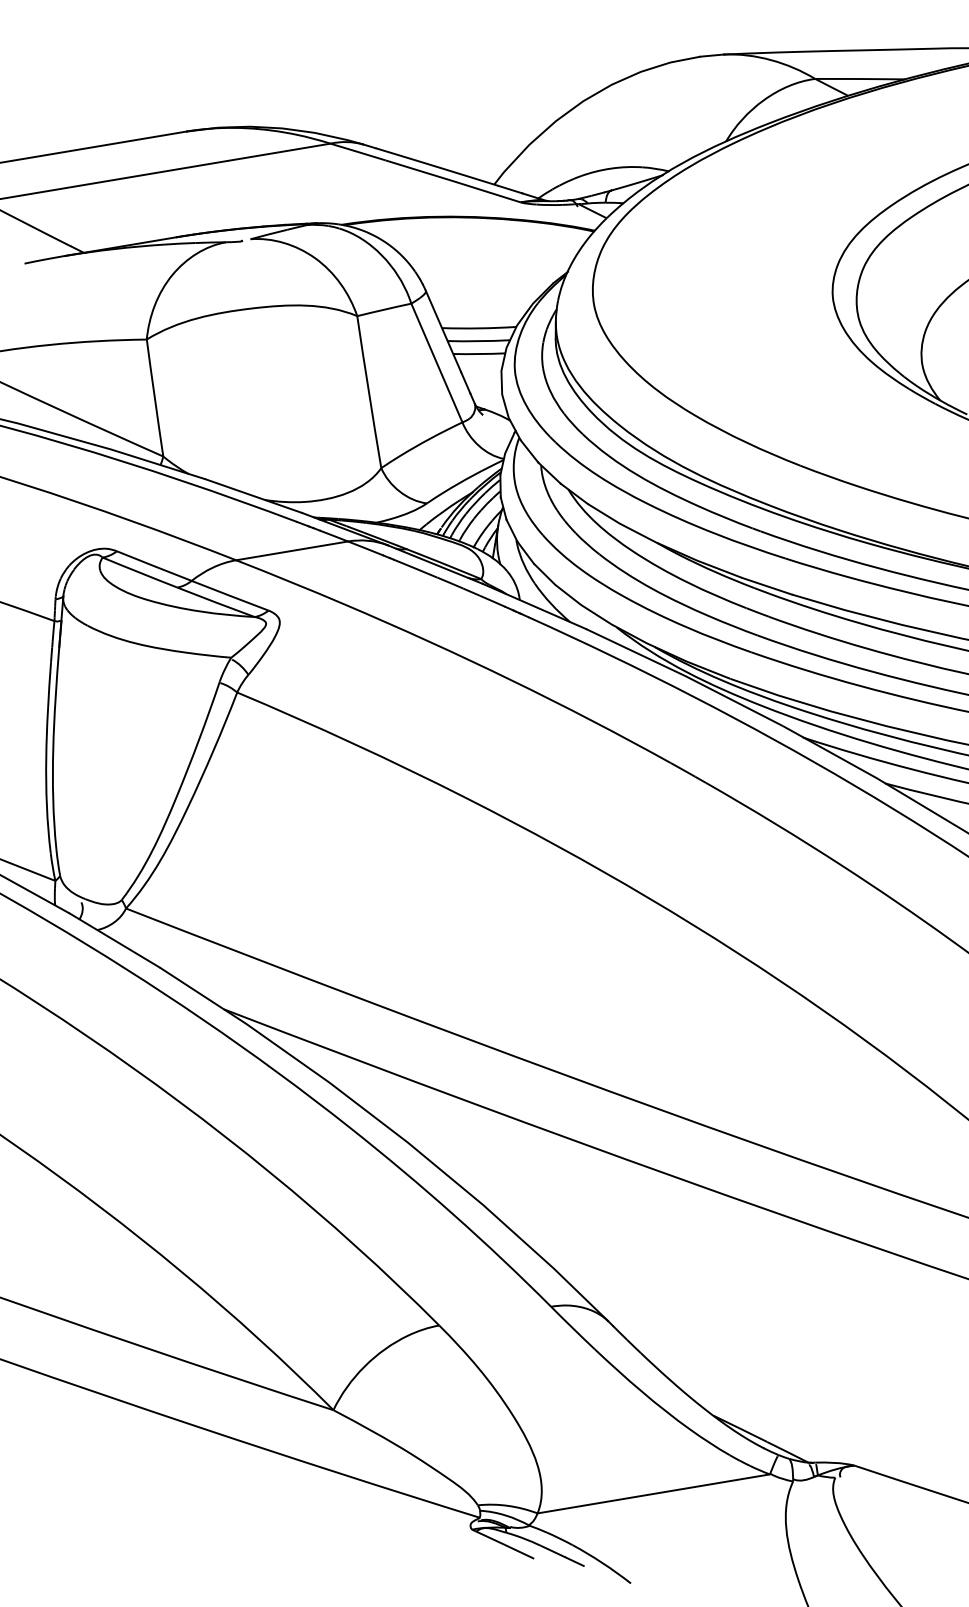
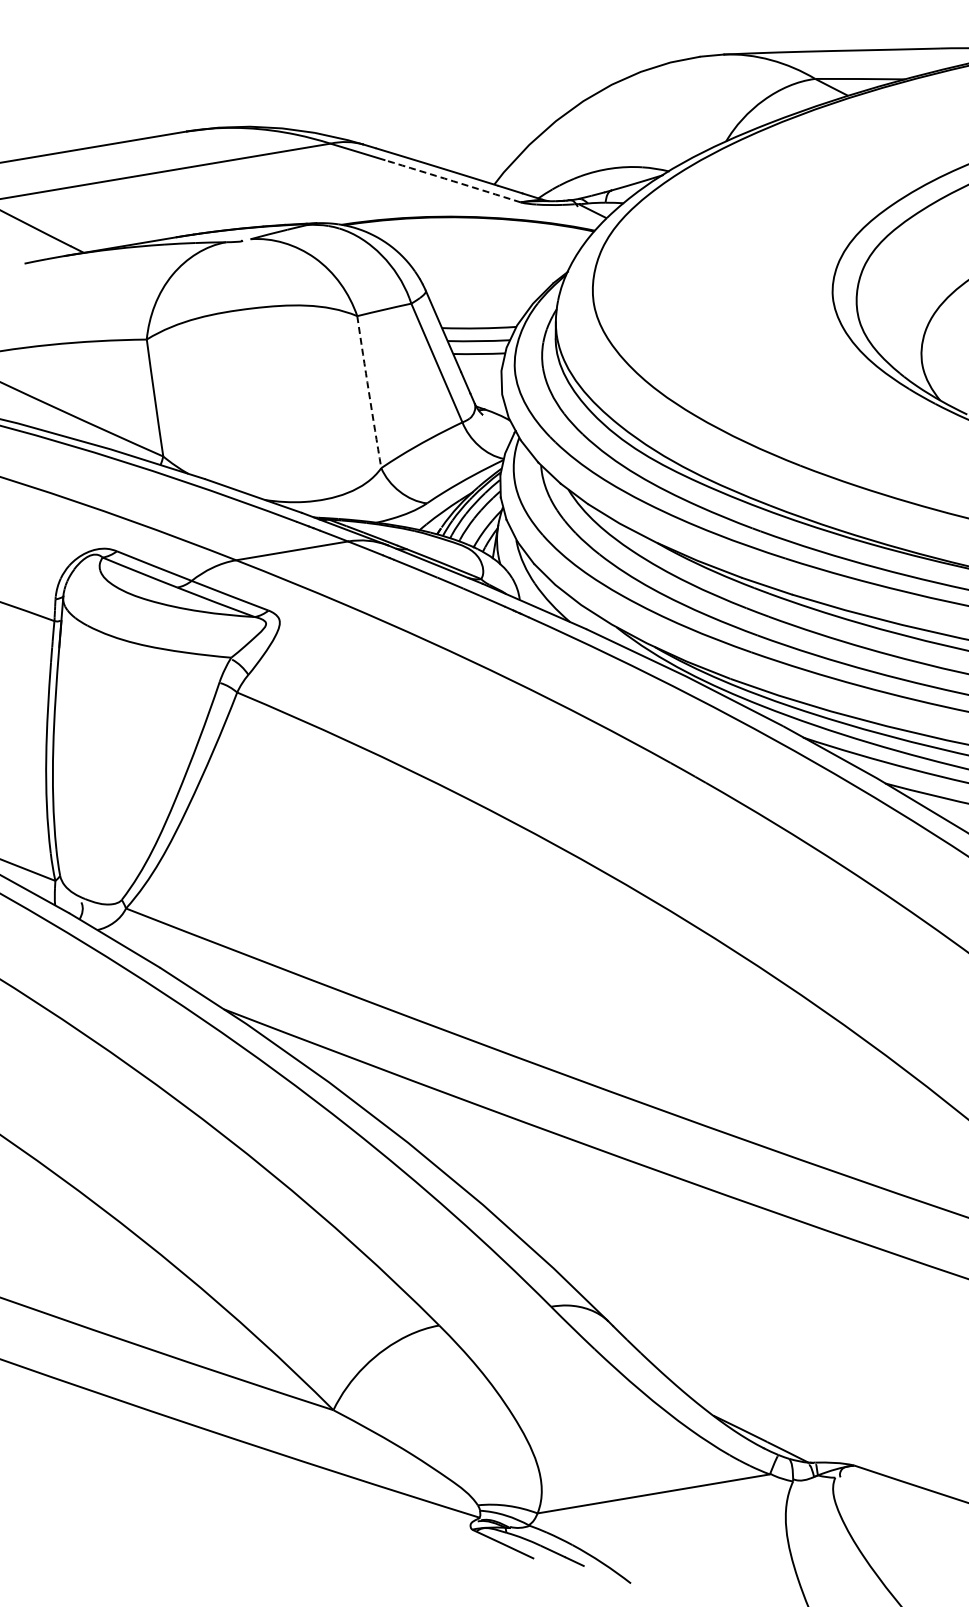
arc at (453, 181): solid -> dashed
arc at (368, 392): solid -> dashed
